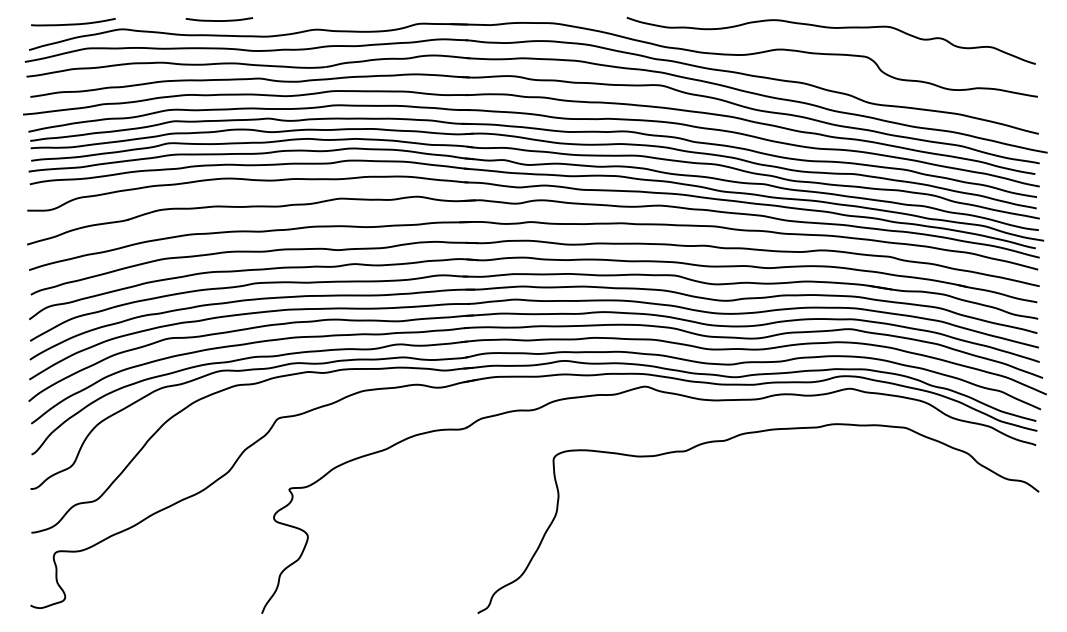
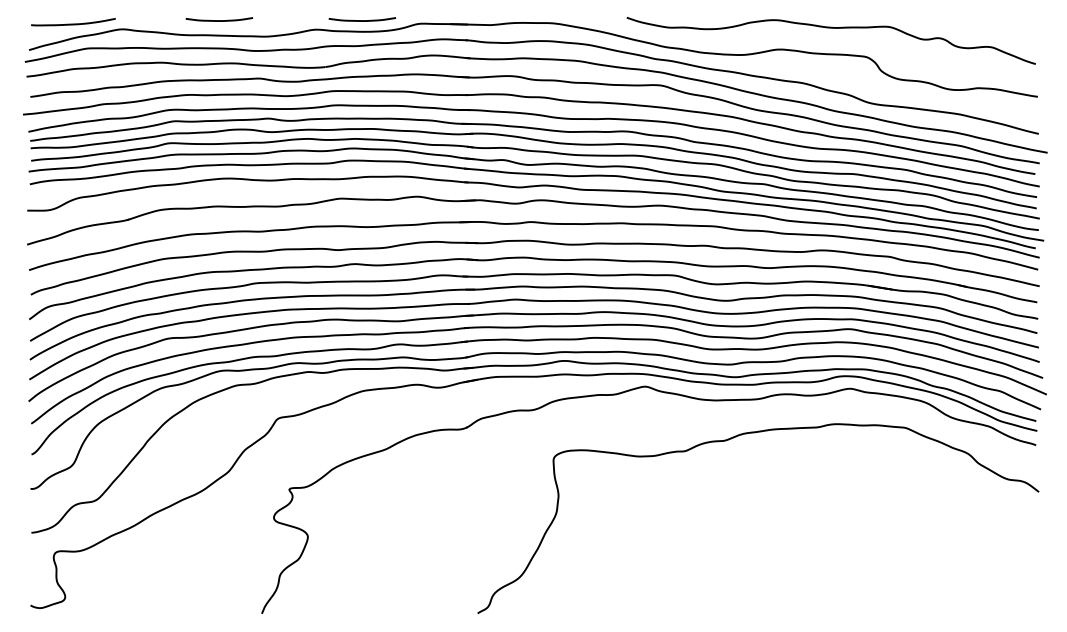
curve at (362, 20): none -> present
